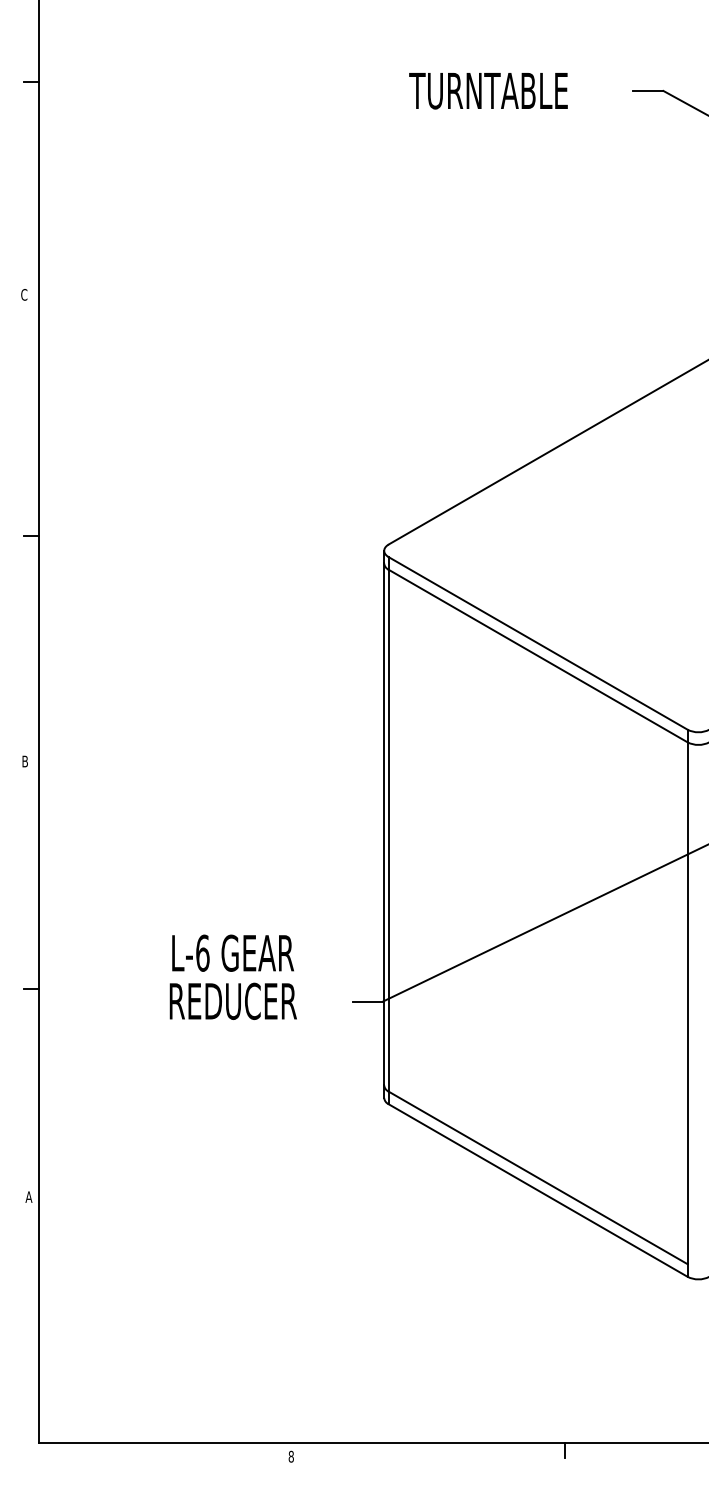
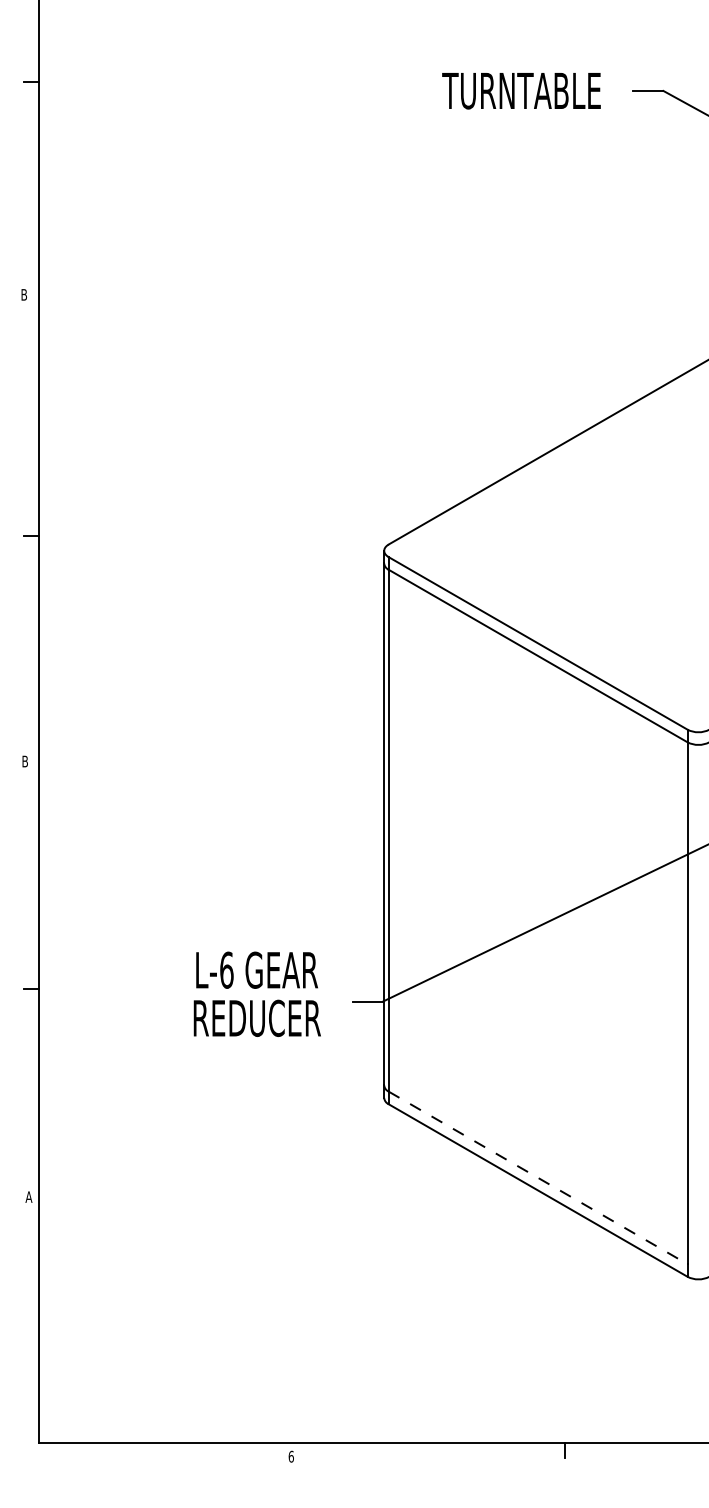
text at (488, 91) position: (488, 91) -> (521, 91)
text at (24, 294): C -> B
text at (232, 976) position: (232, 976) -> (256, 993)
line at (538, 1177): solid -> dashed
text at (290, 1456): 8 -> 6
